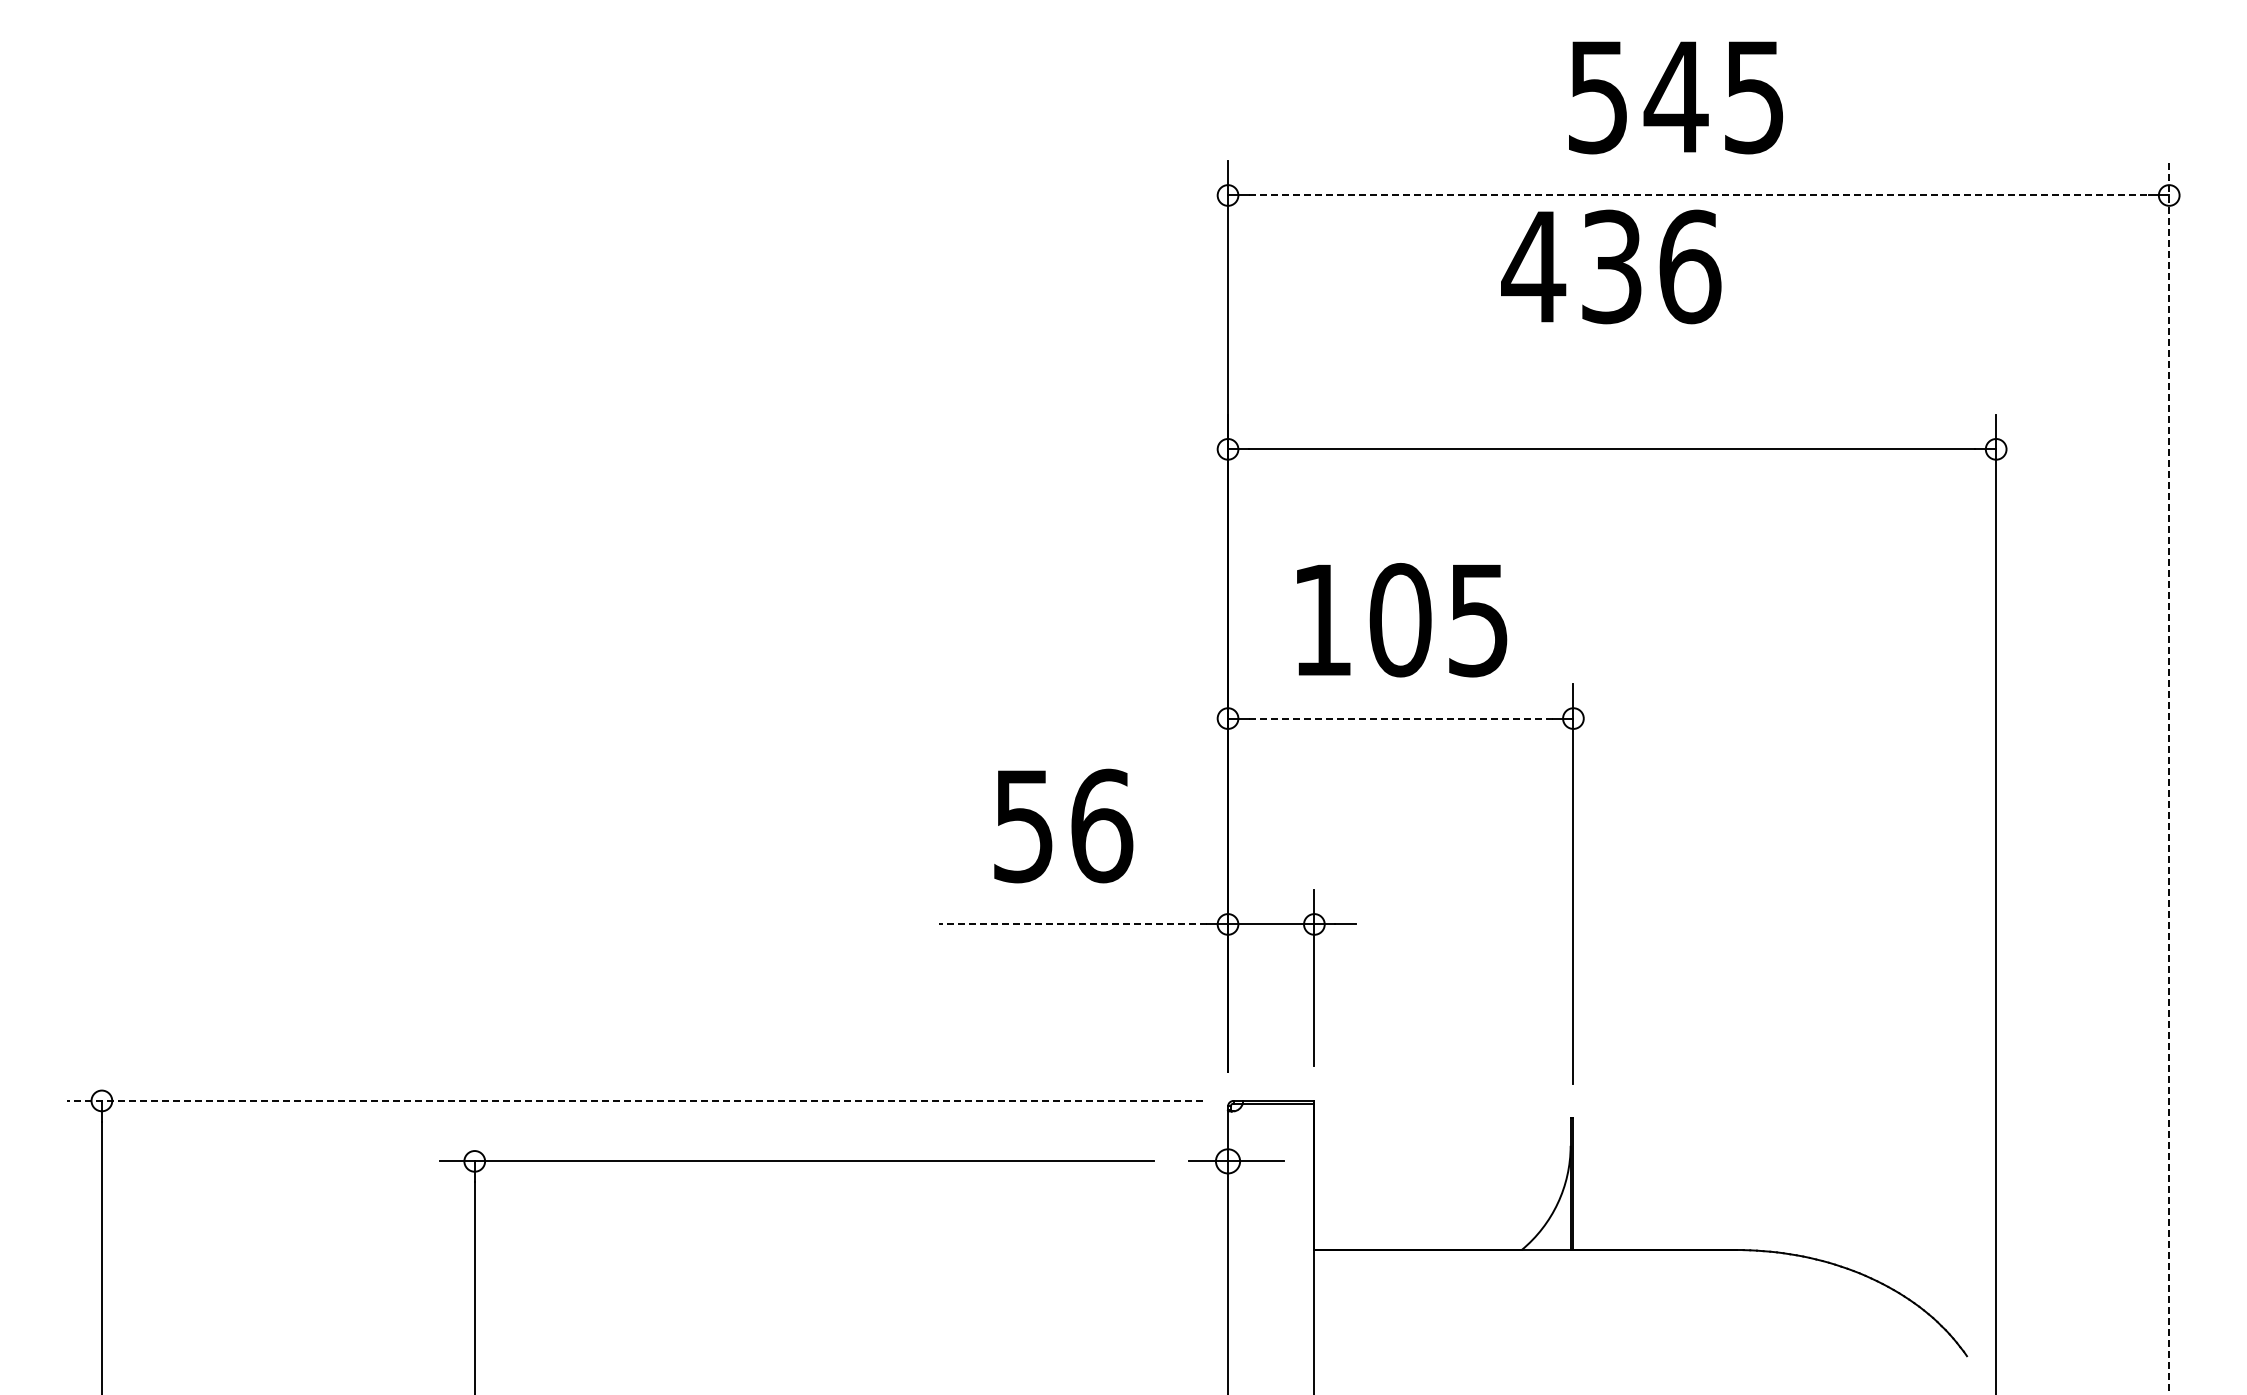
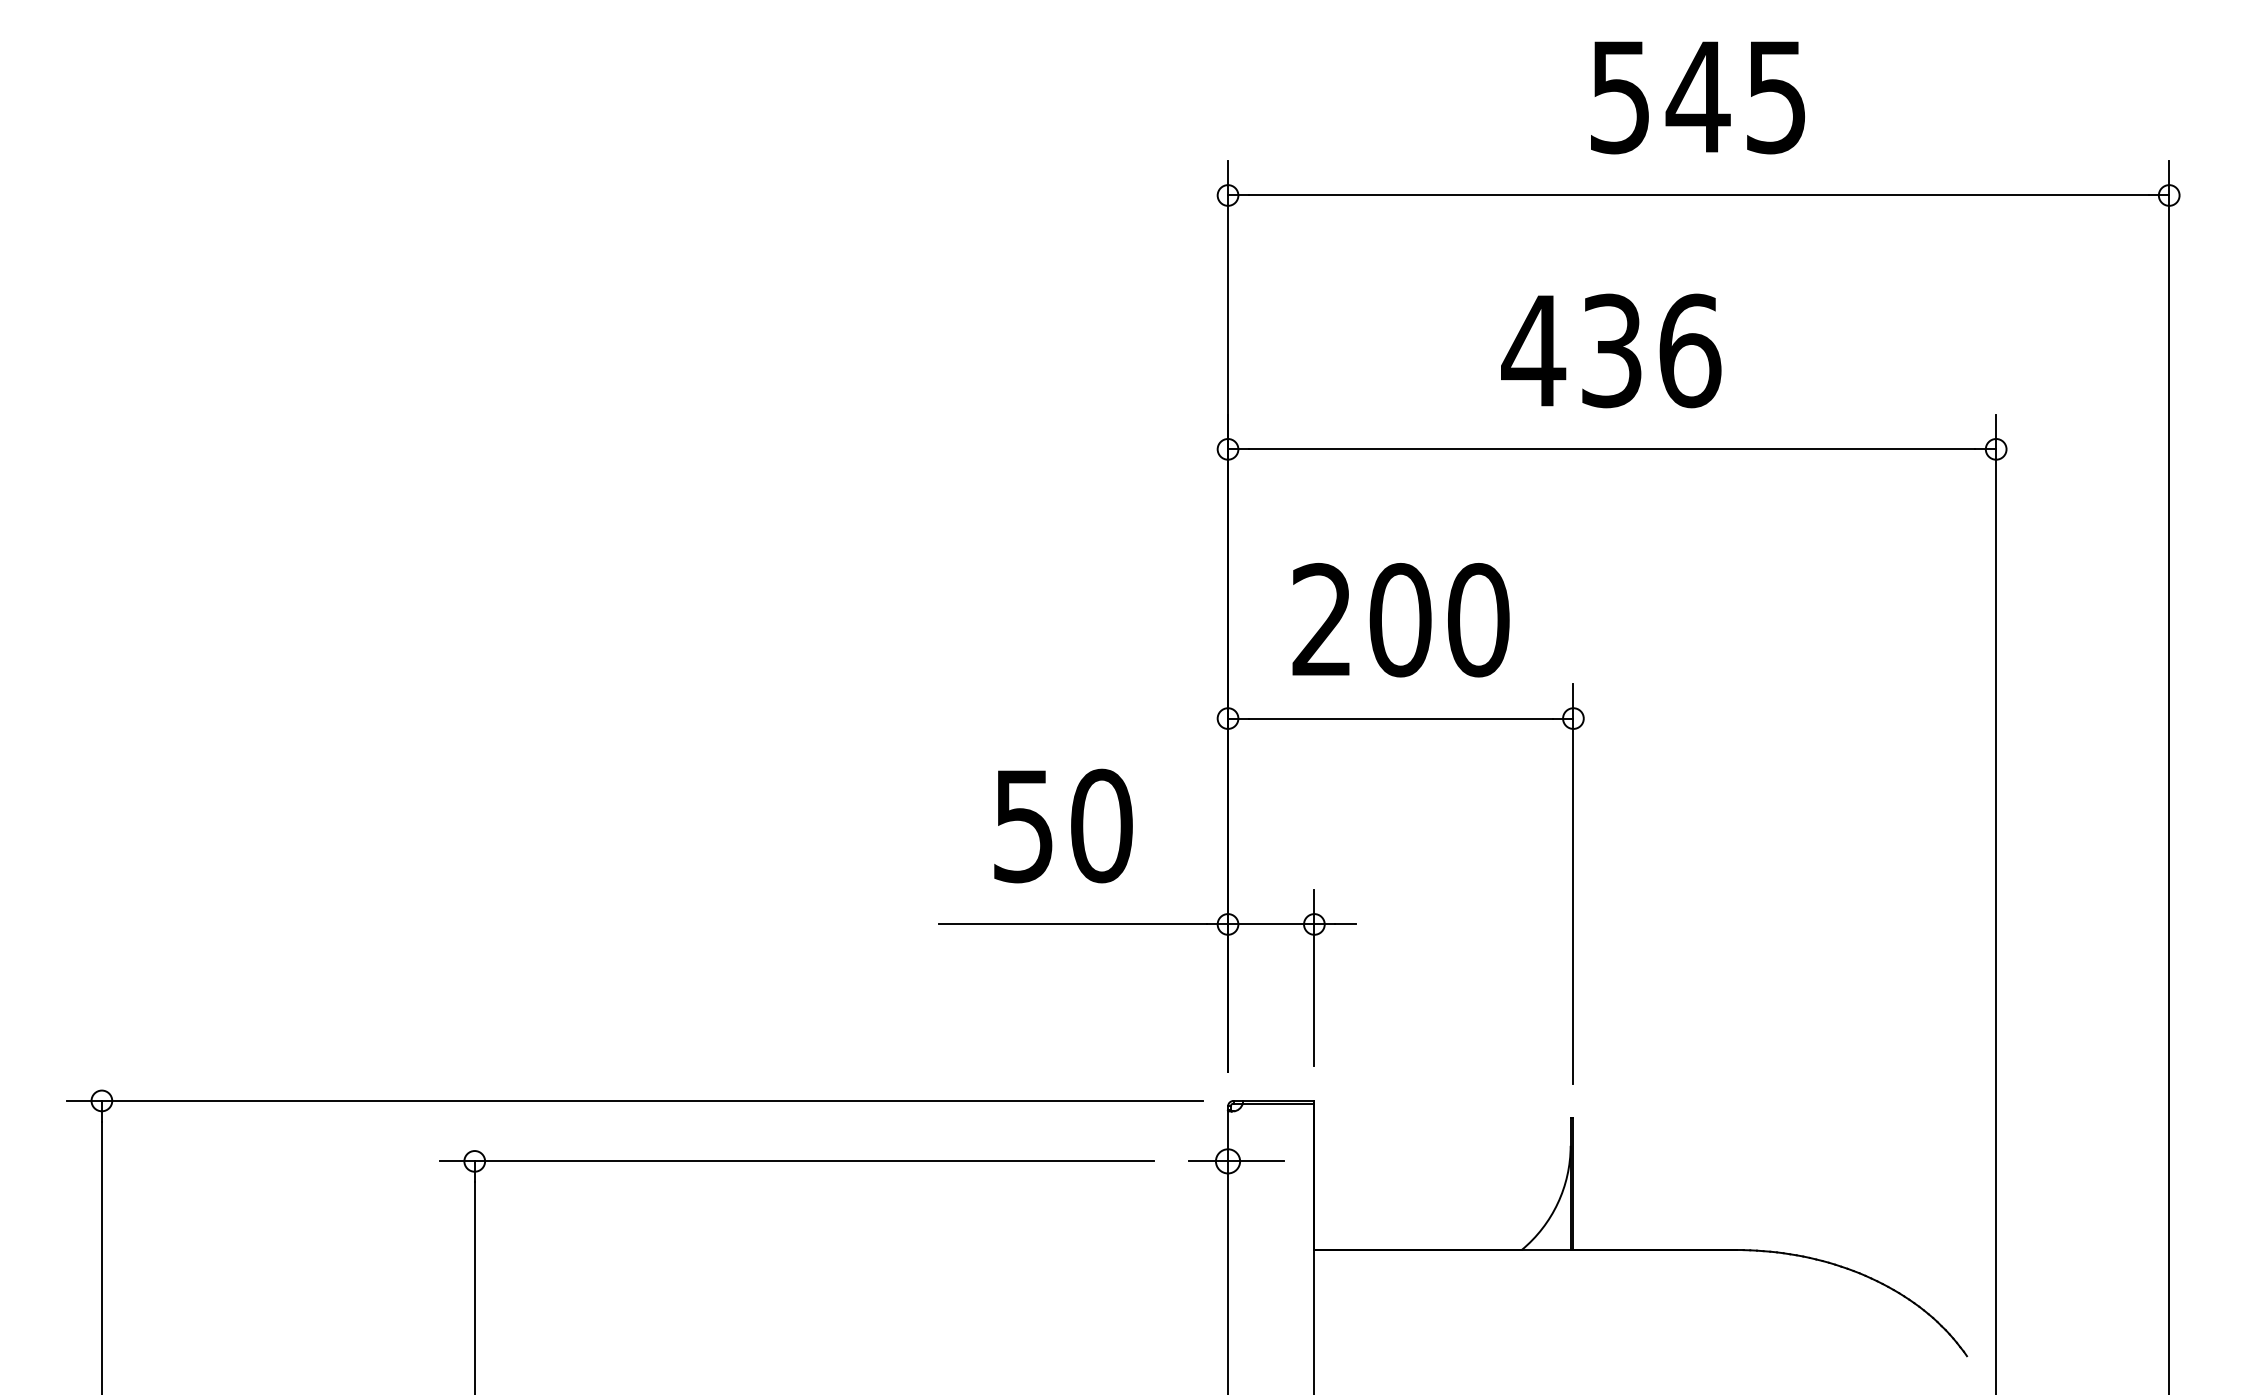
text at (1675, 97) position: (1675, 97) -> (1697, 97)
line at (1698, 195): dashed -> solid
text at (1611, 266) position: (1611, 266) -> (1611, 350)
text at (1400, 619): 105 -> 200
line at (1400, 718): dashed -> solid
line at (2169, 777): dashed -> solid
text at (1102, 825): 56 -> 50
line at (1072, 924): dashed -> solid
line at (635, 1100): dashed -> solid
